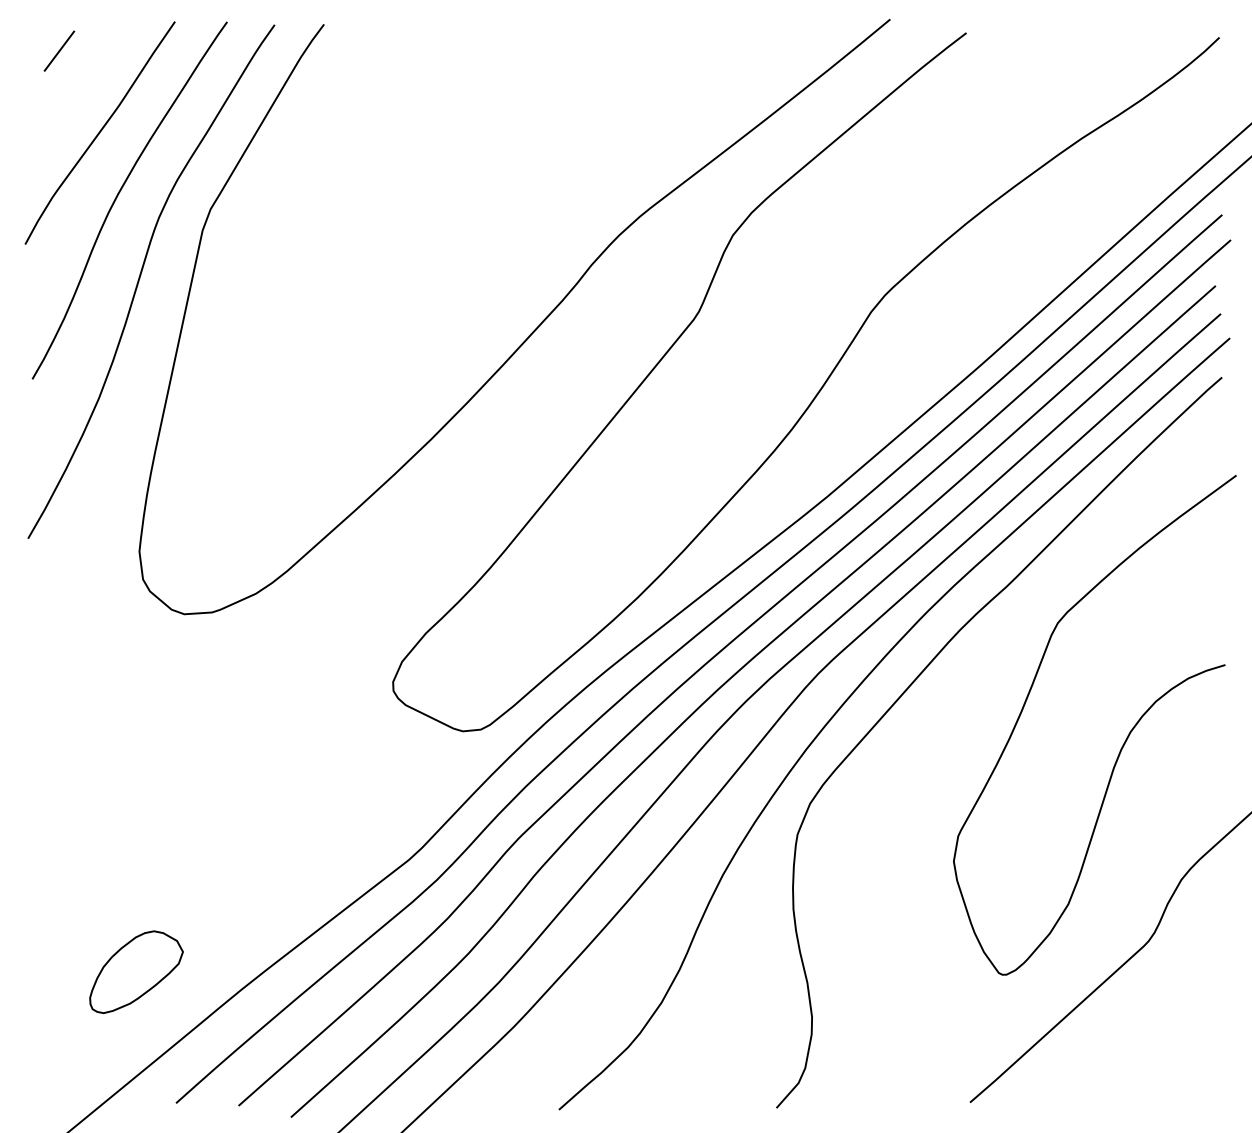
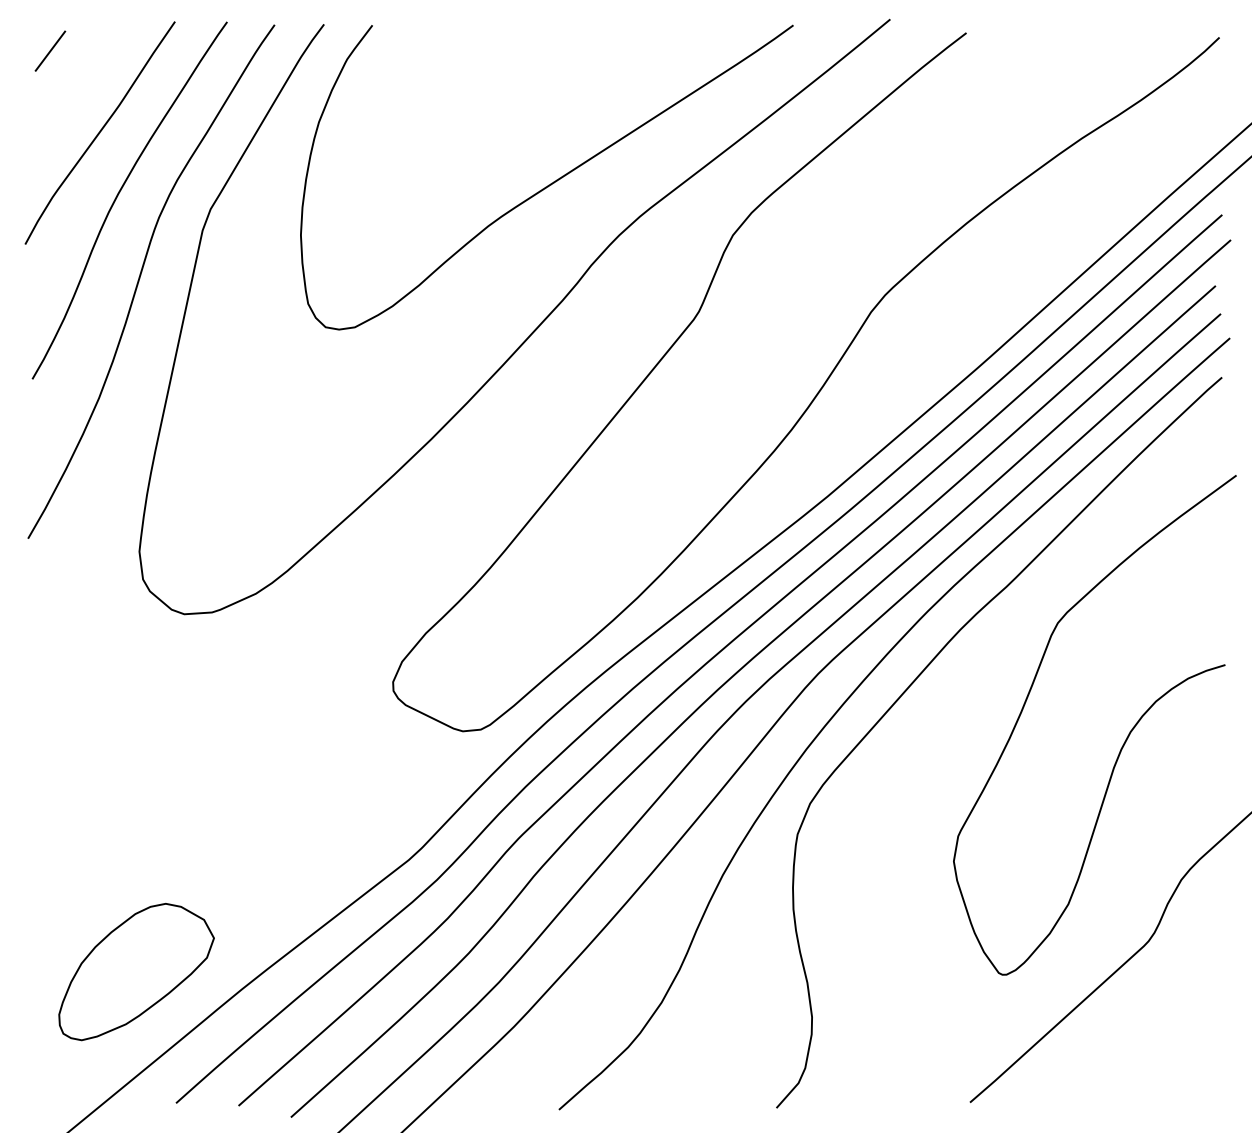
line at (59, 50) position: (59, 50) -> (50, 50)
curve at (550, 183): none -> present
part at (136, 971) size: 95x84 px -> 157x139 px
